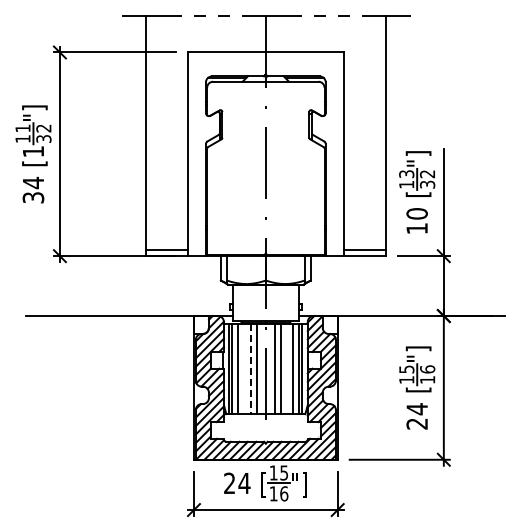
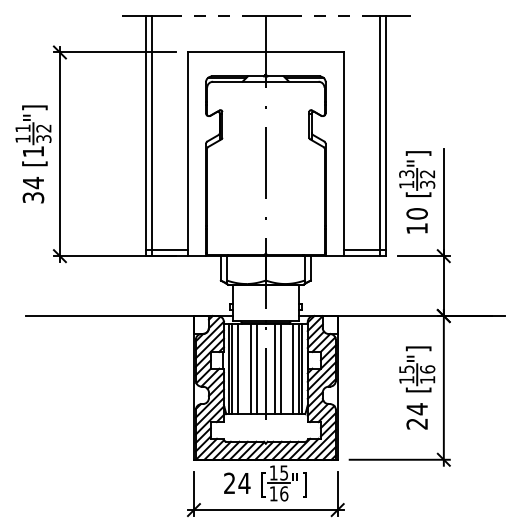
line at (152, 136): none -> present
line at (379, 136): none -> present
line at (250, 369): dashed -> solid
